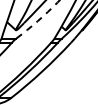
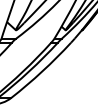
arc at (39, 19): dashed -> solid
